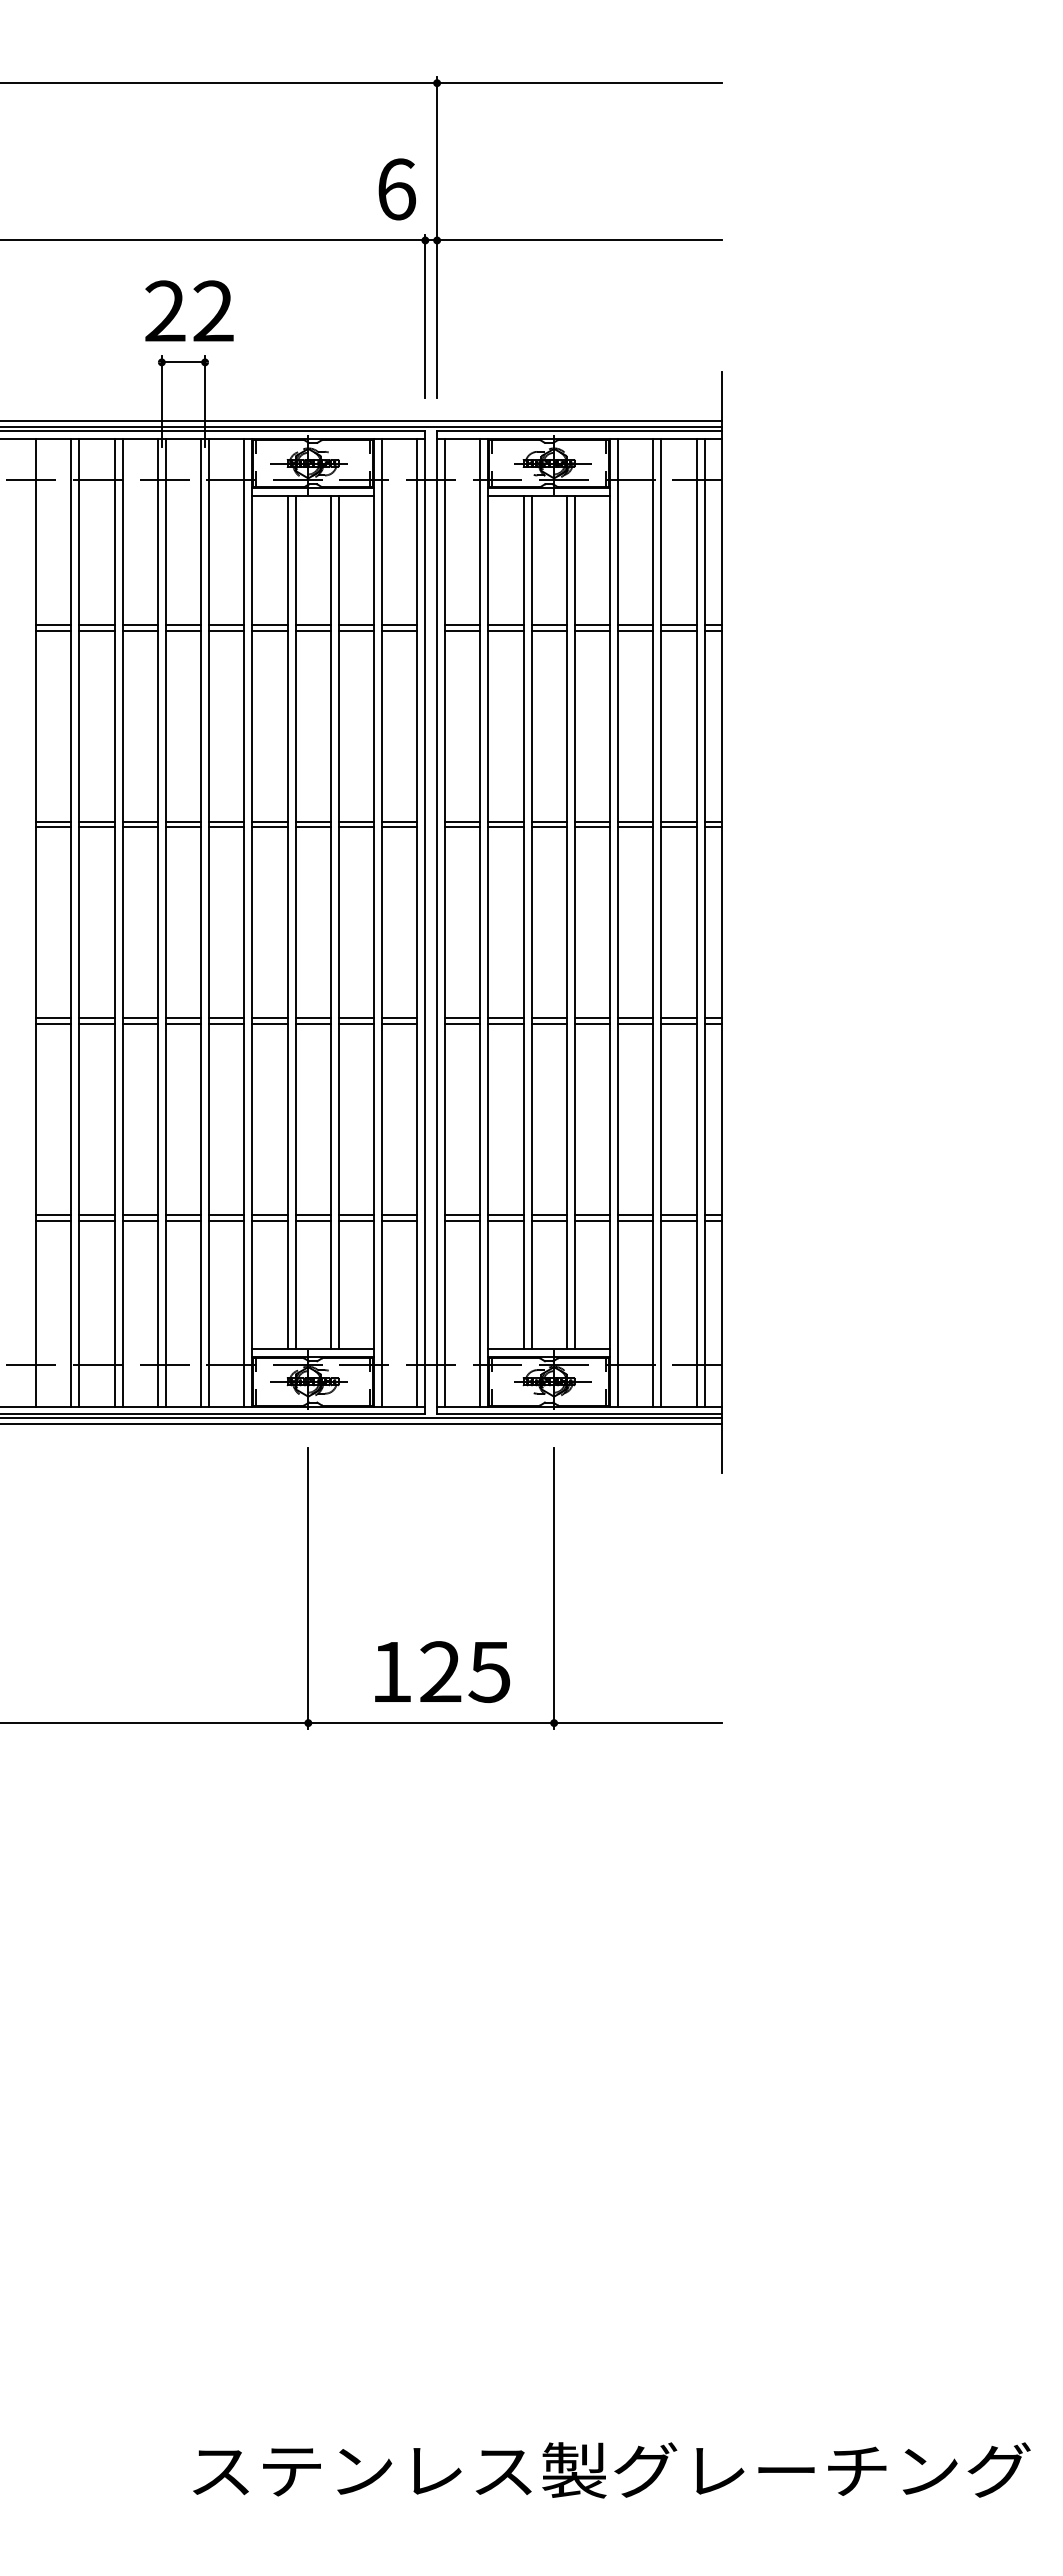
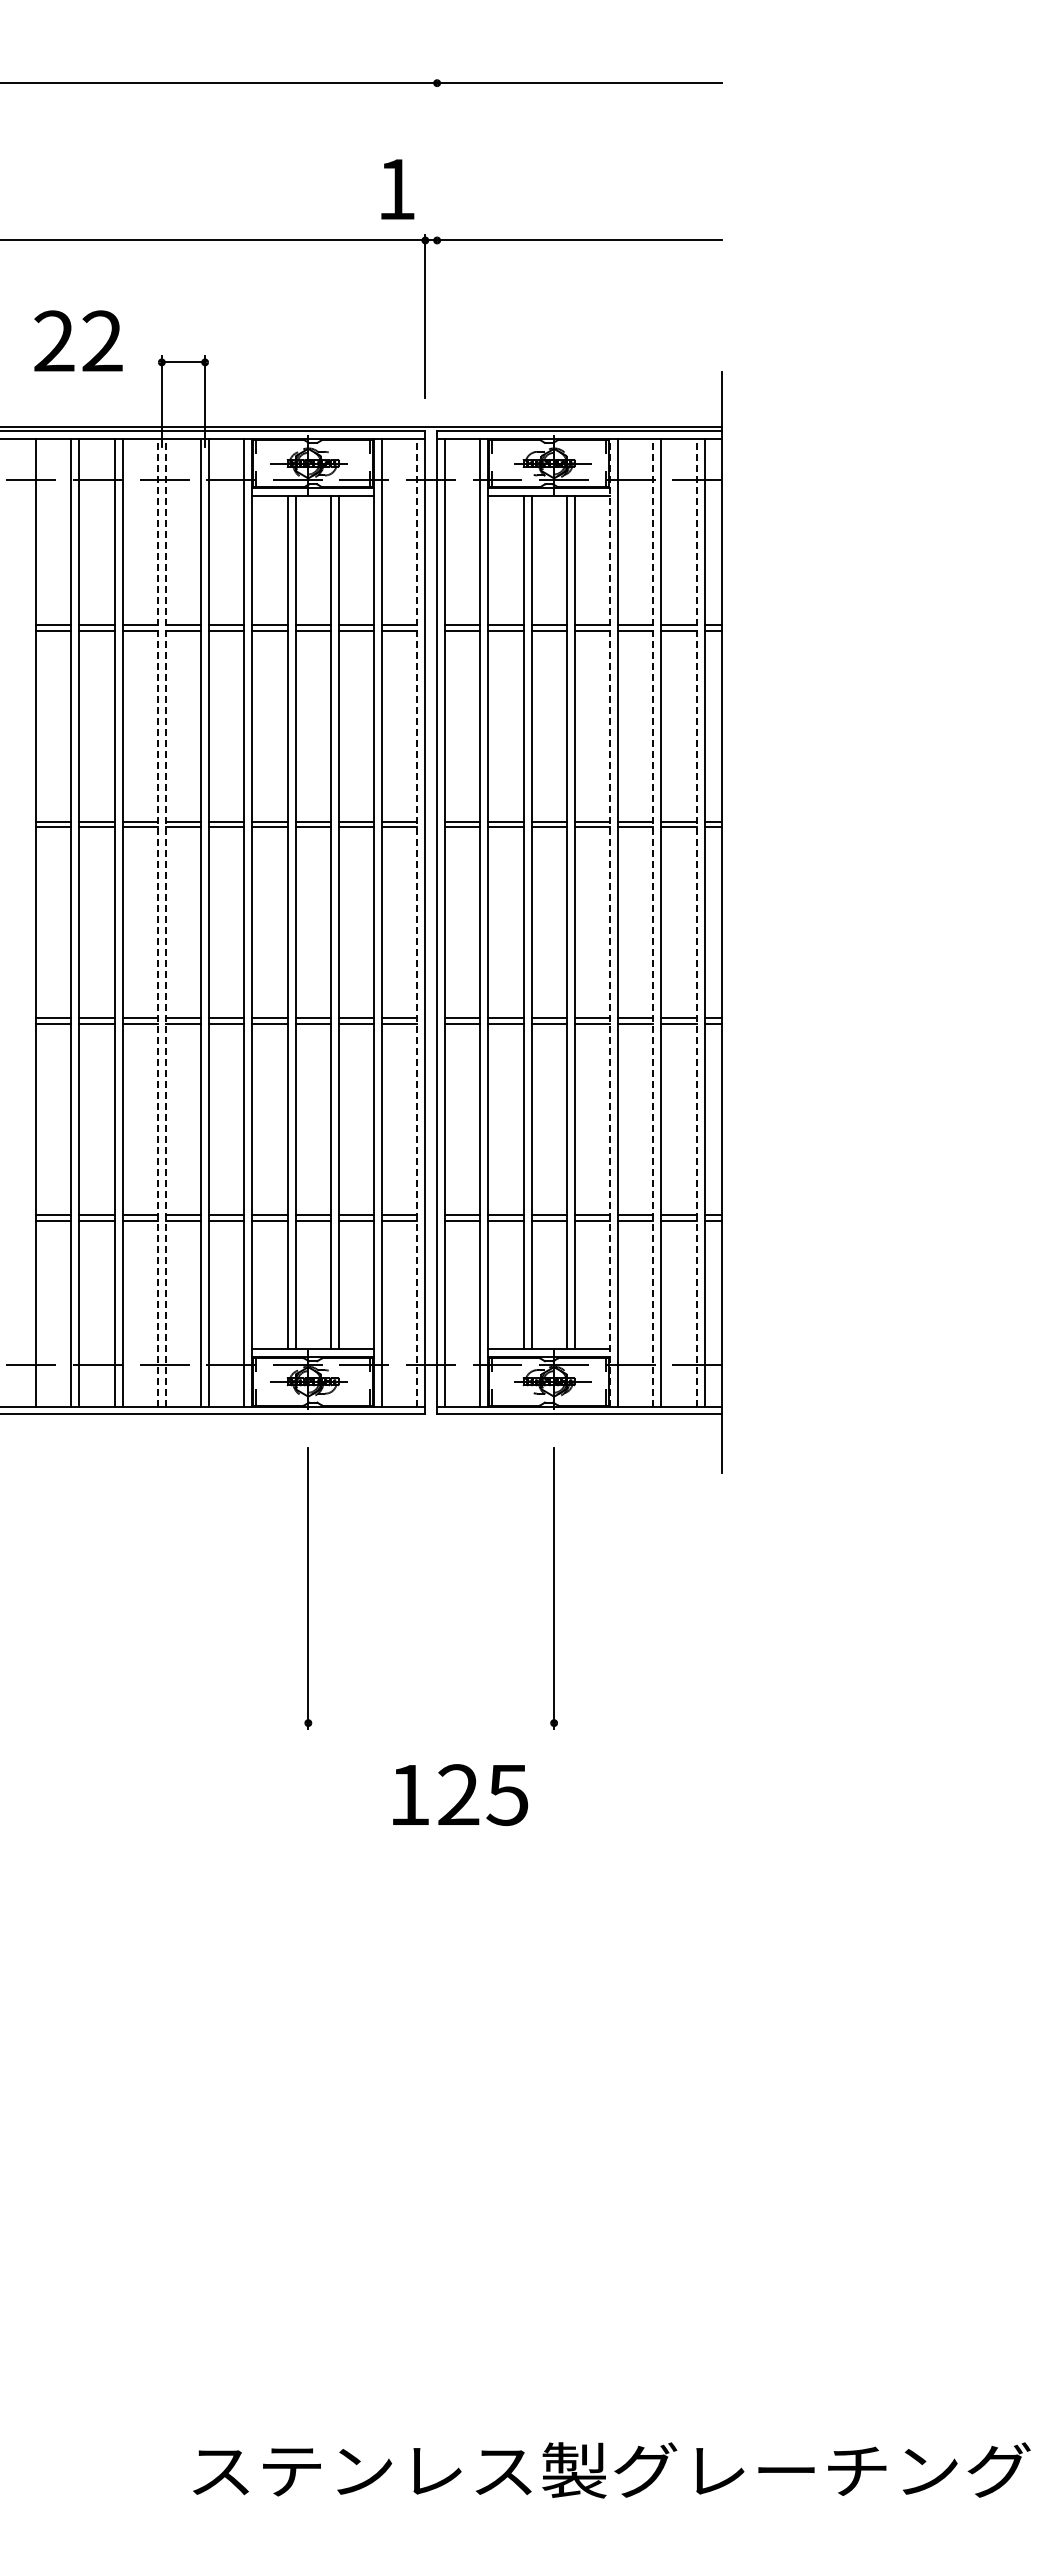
text at (397, 189): 6 -> 1
line at (437, 237): present -> none
text at (189, 310) position: (189, 310) -> (78, 340)
line at (362, 421): present -> none
line at (157, 922): solid -> dashed
line at (165, 922): solid -> dashed
line at (417, 922): solid -> dashed
line at (610, 922): solid -> dashed
line at (653, 922): solid -> dashed
line at (696, 922): solid -> dashed
line at (362, 1418): present -> none
line at (362, 1424): present -> none
text at (442, 1671) position: (442, 1671) -> (460, 1794)
line at (362, 1723): present -> none
